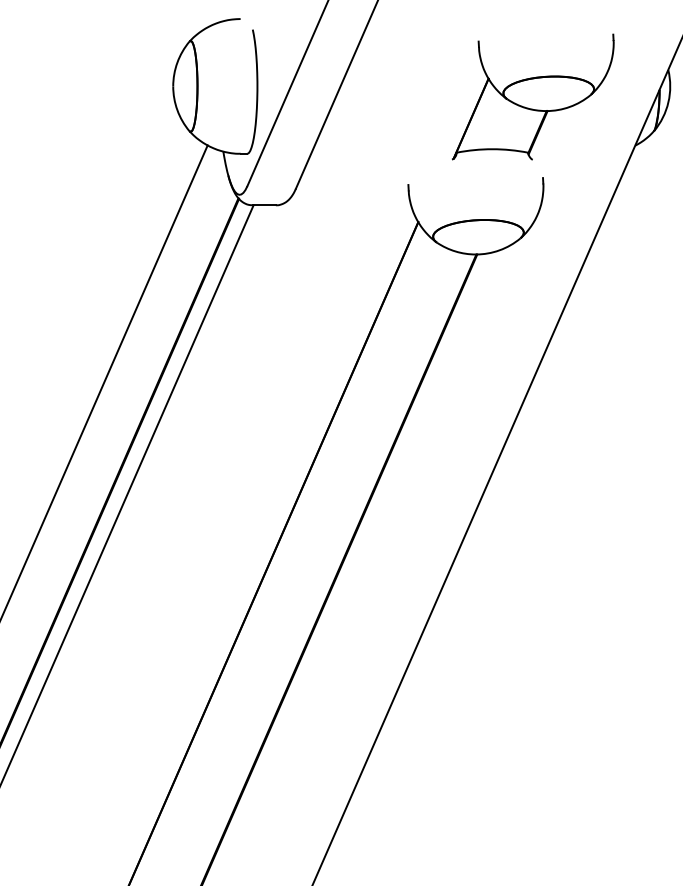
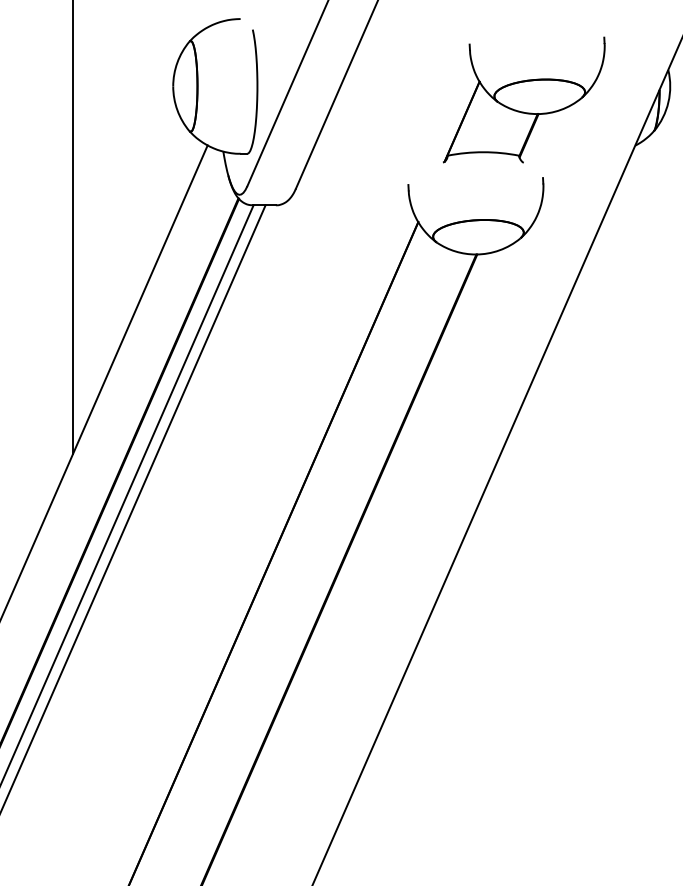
part at (533, 96) position: (533, 96) -> (524, 99)
line at (72, 228): none -> present
line at (133, 507): none -> present
